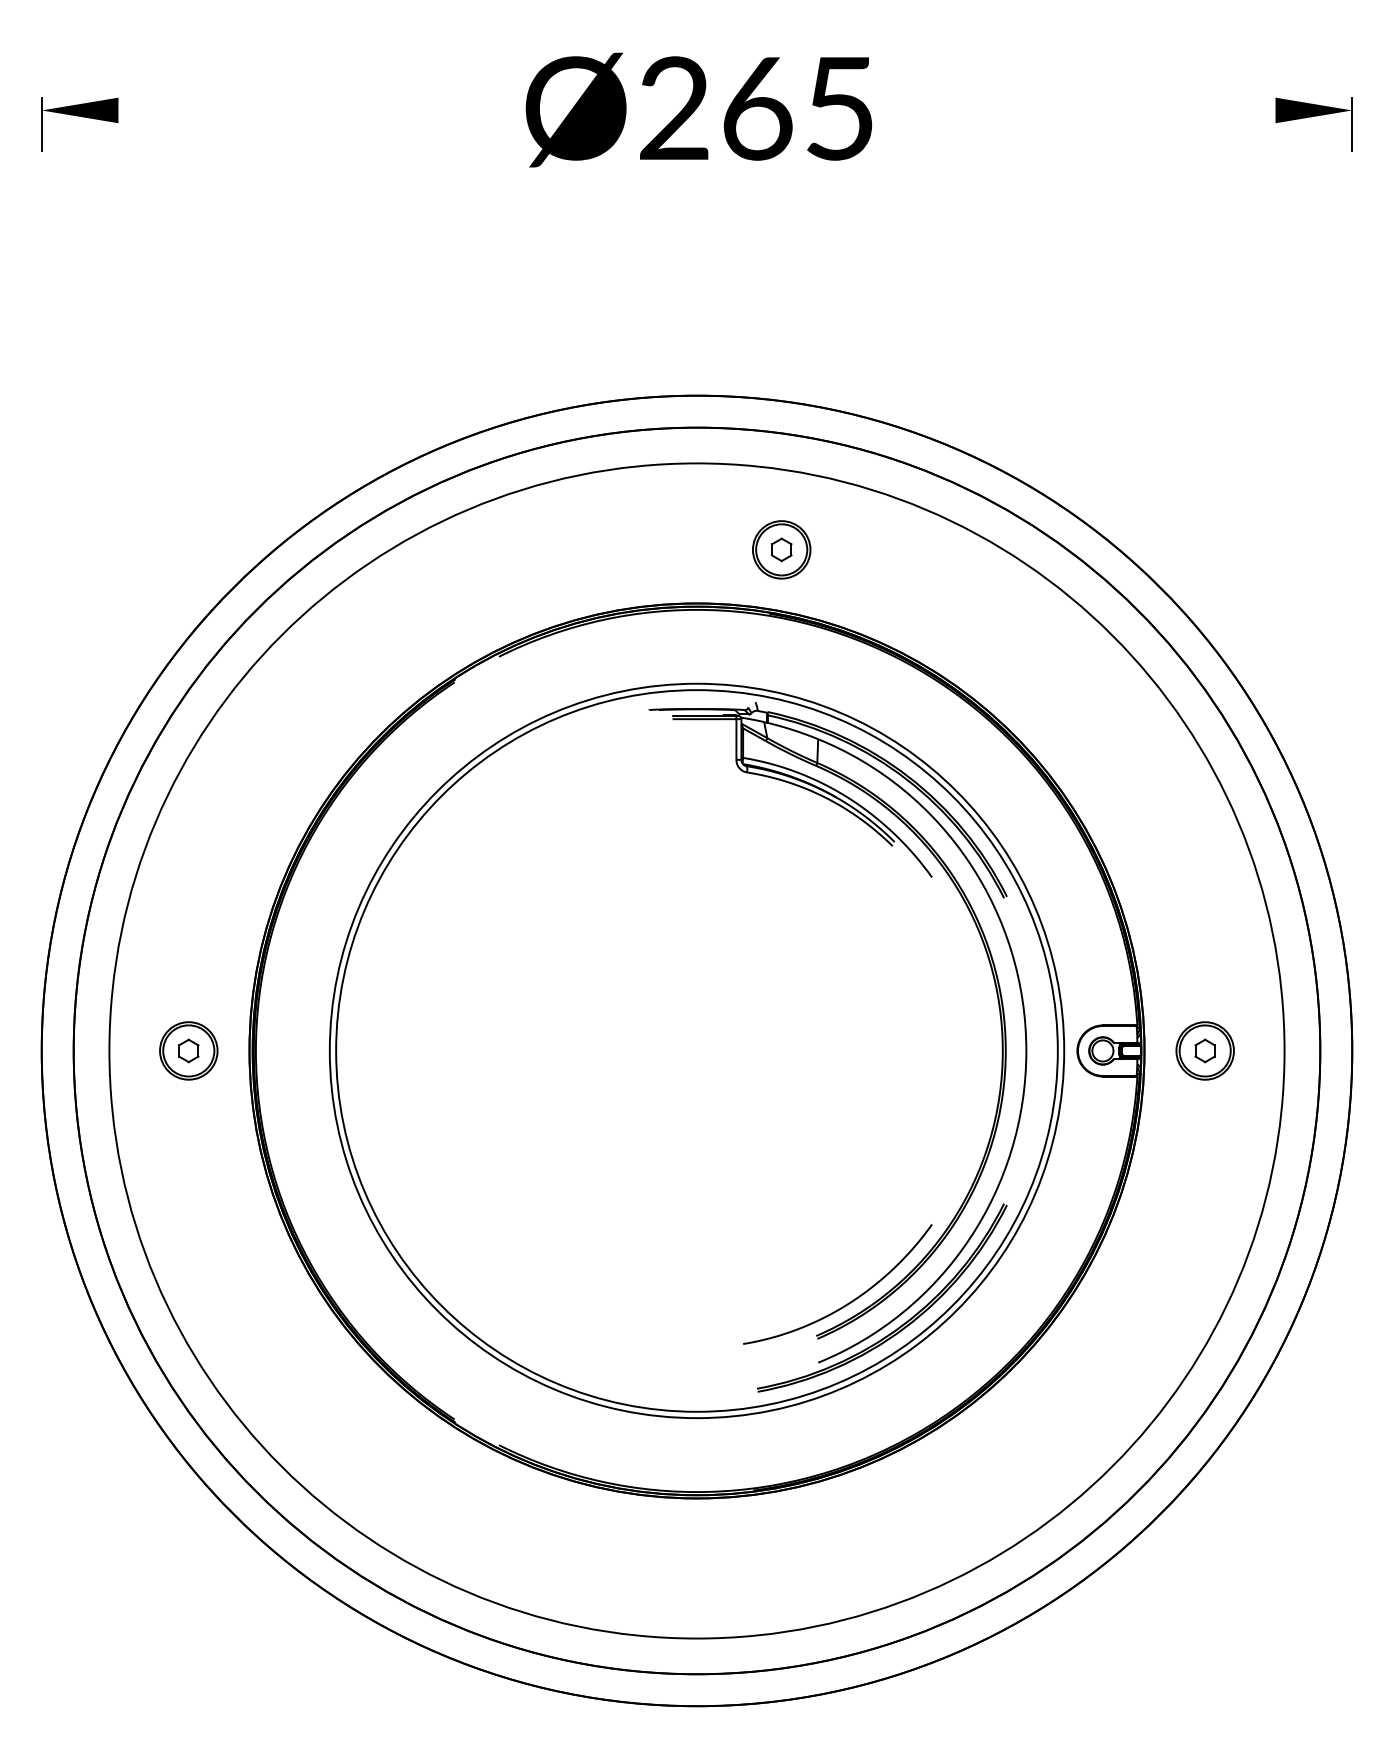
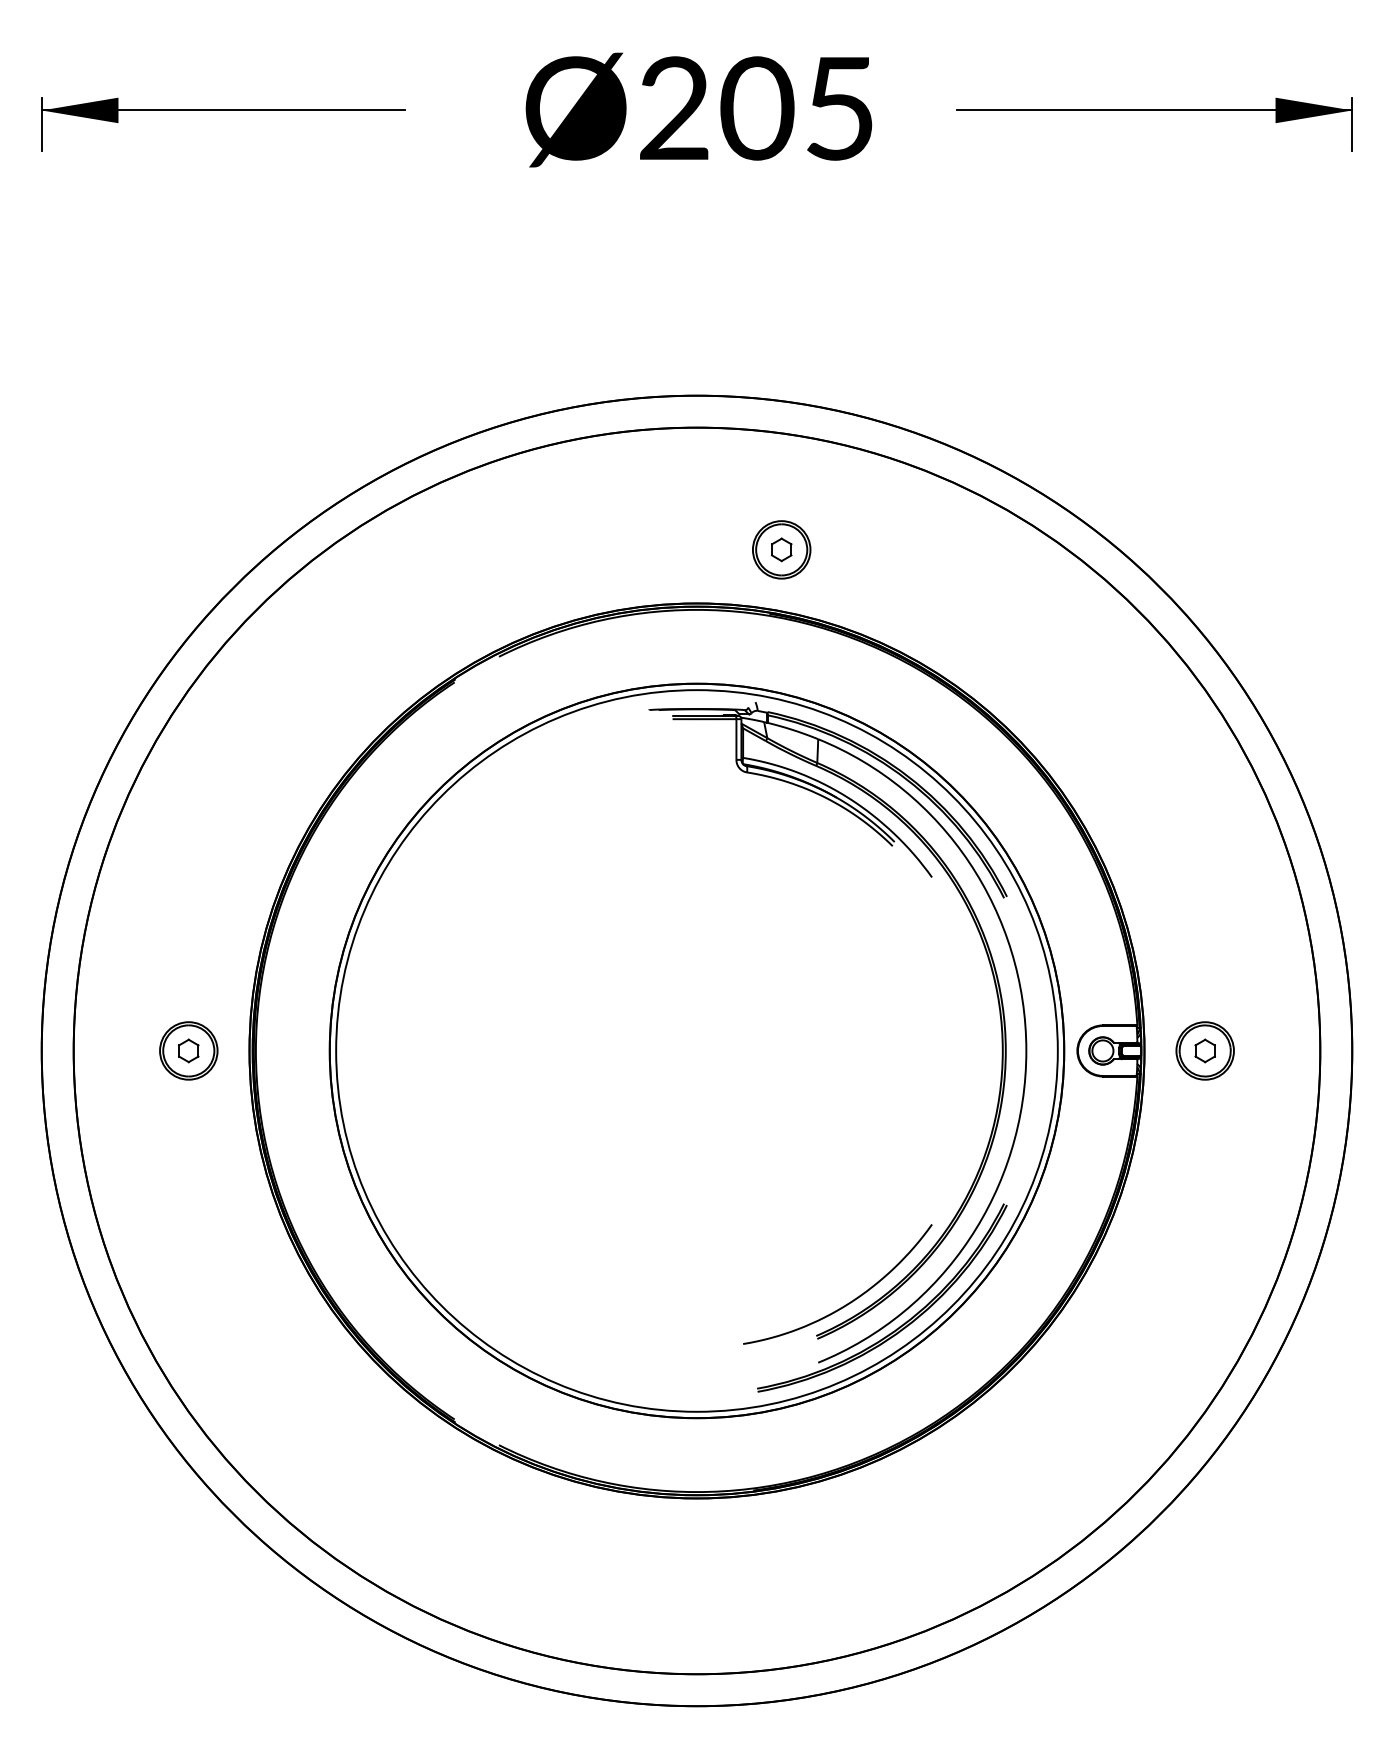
text at (757, 108): Ø265 -> Ø205
line at (223, 110): none -> present
line at (1154, 110): none -> present
circle at (696, 1050) diameter: 1175 px -> 734 px
